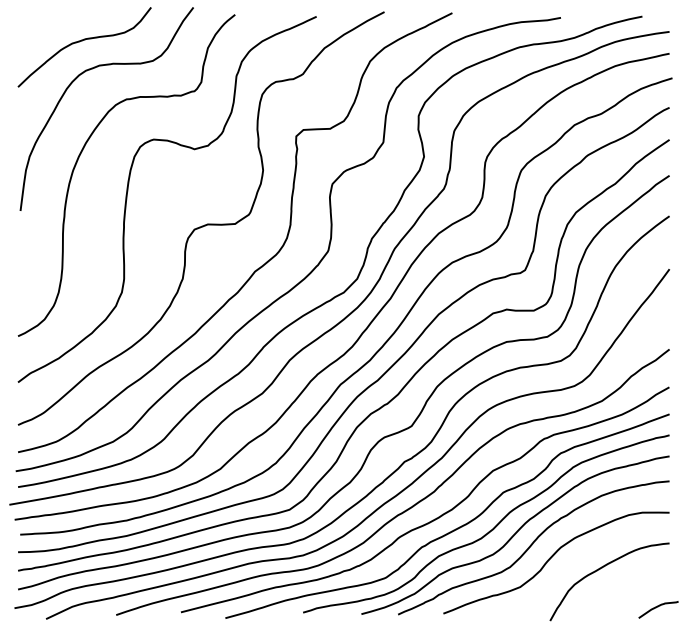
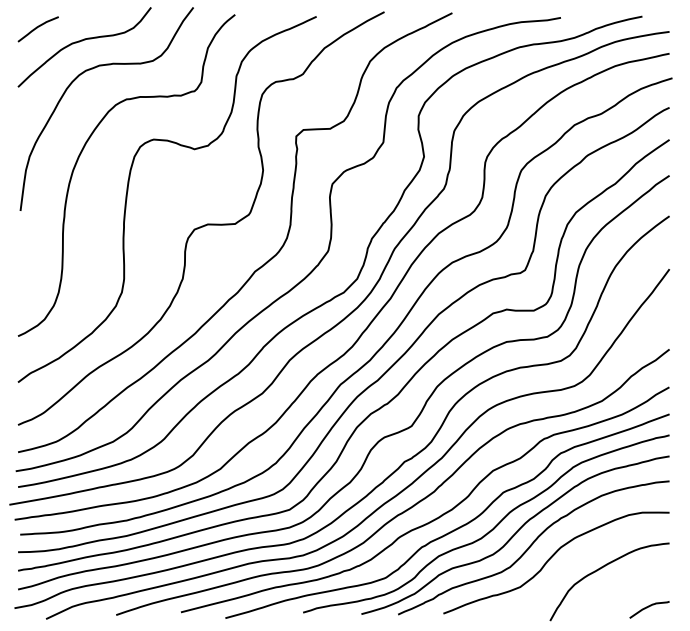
curve at (37, 28): none -> present
curve at (658, 607) position: (658, 607) -> (649, 607)
